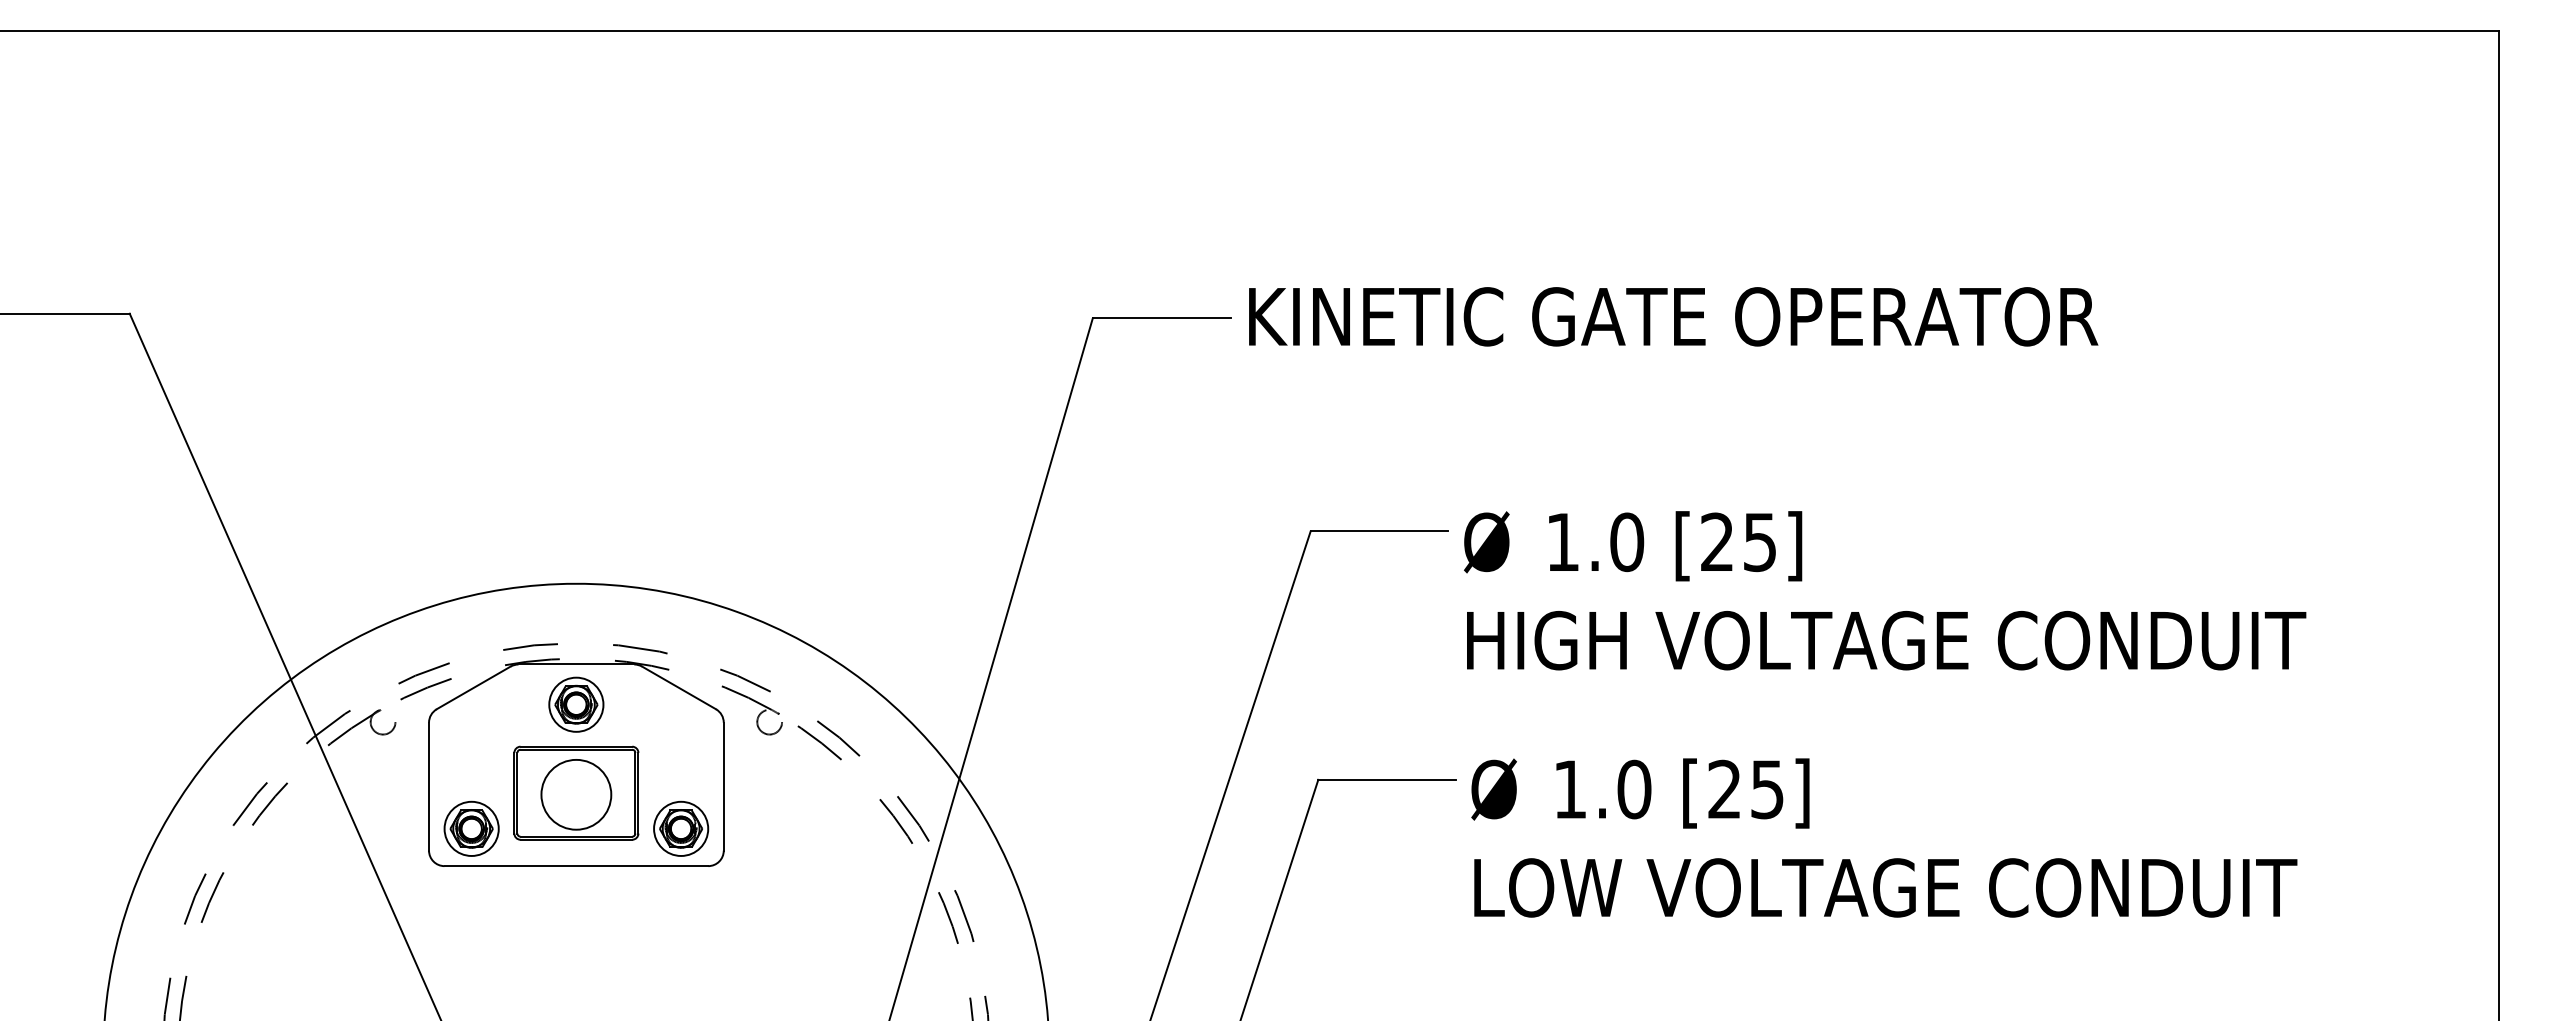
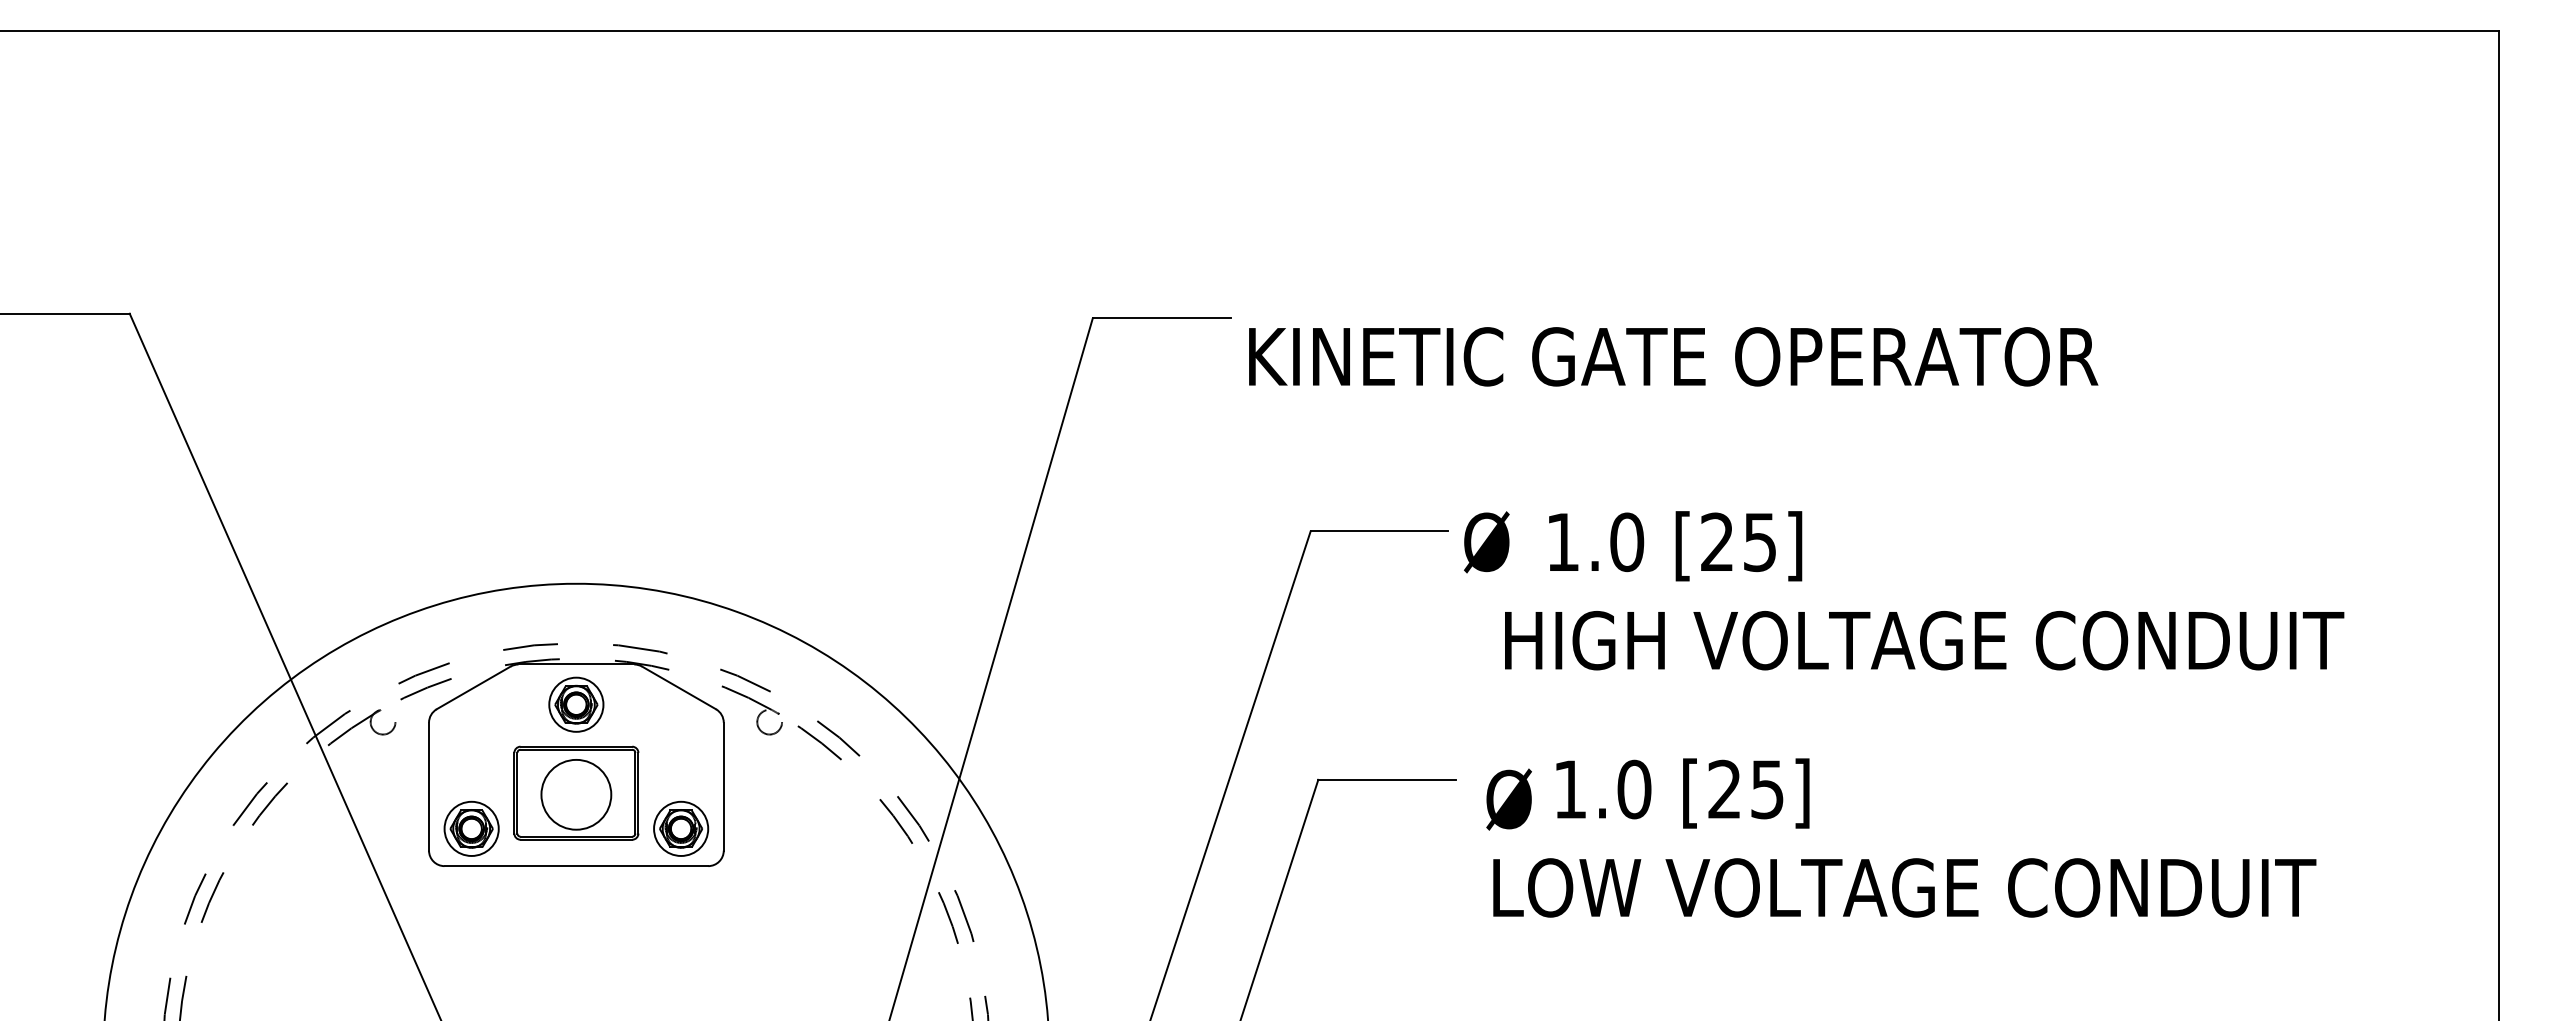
text at (1673, 316) position: (1673, 316) -> (1673, 356)
text at (1886, 640) position: (1886, 640) -> (1924, 640)
text at (1493, 789) position: (1493, 789) -> (1508, 799)
text at (1885, 887) position: (1885, 887) -> (1904, 887)
